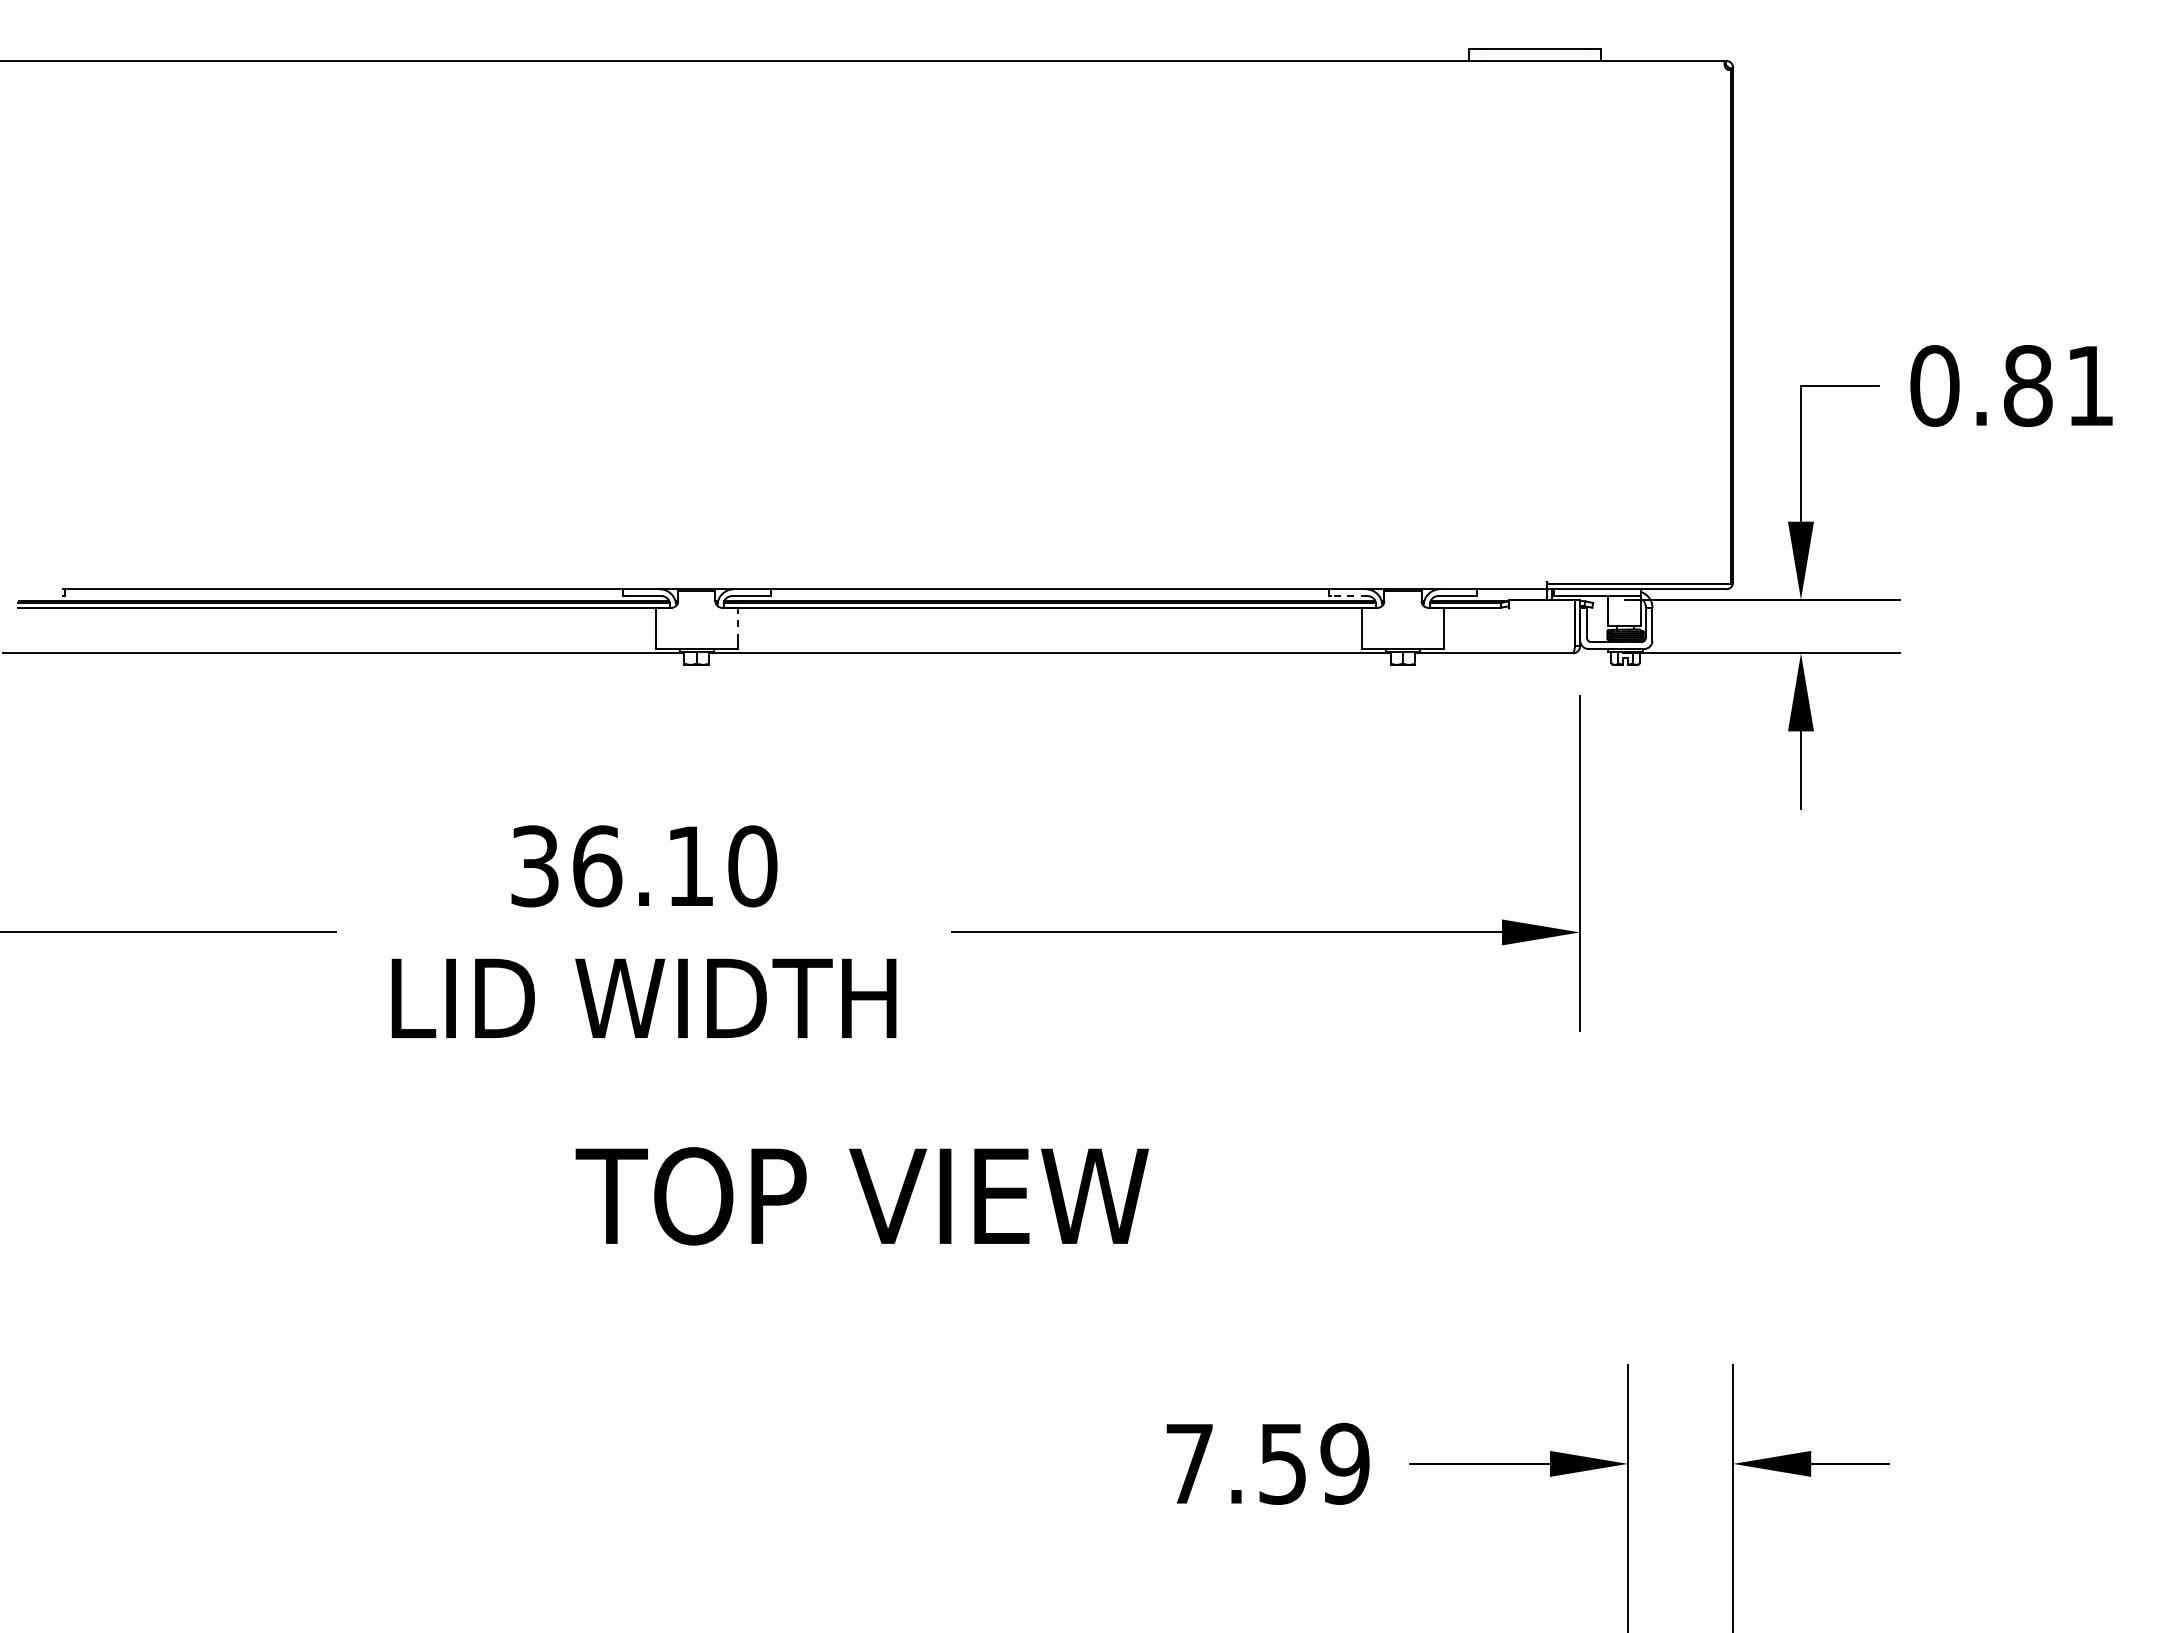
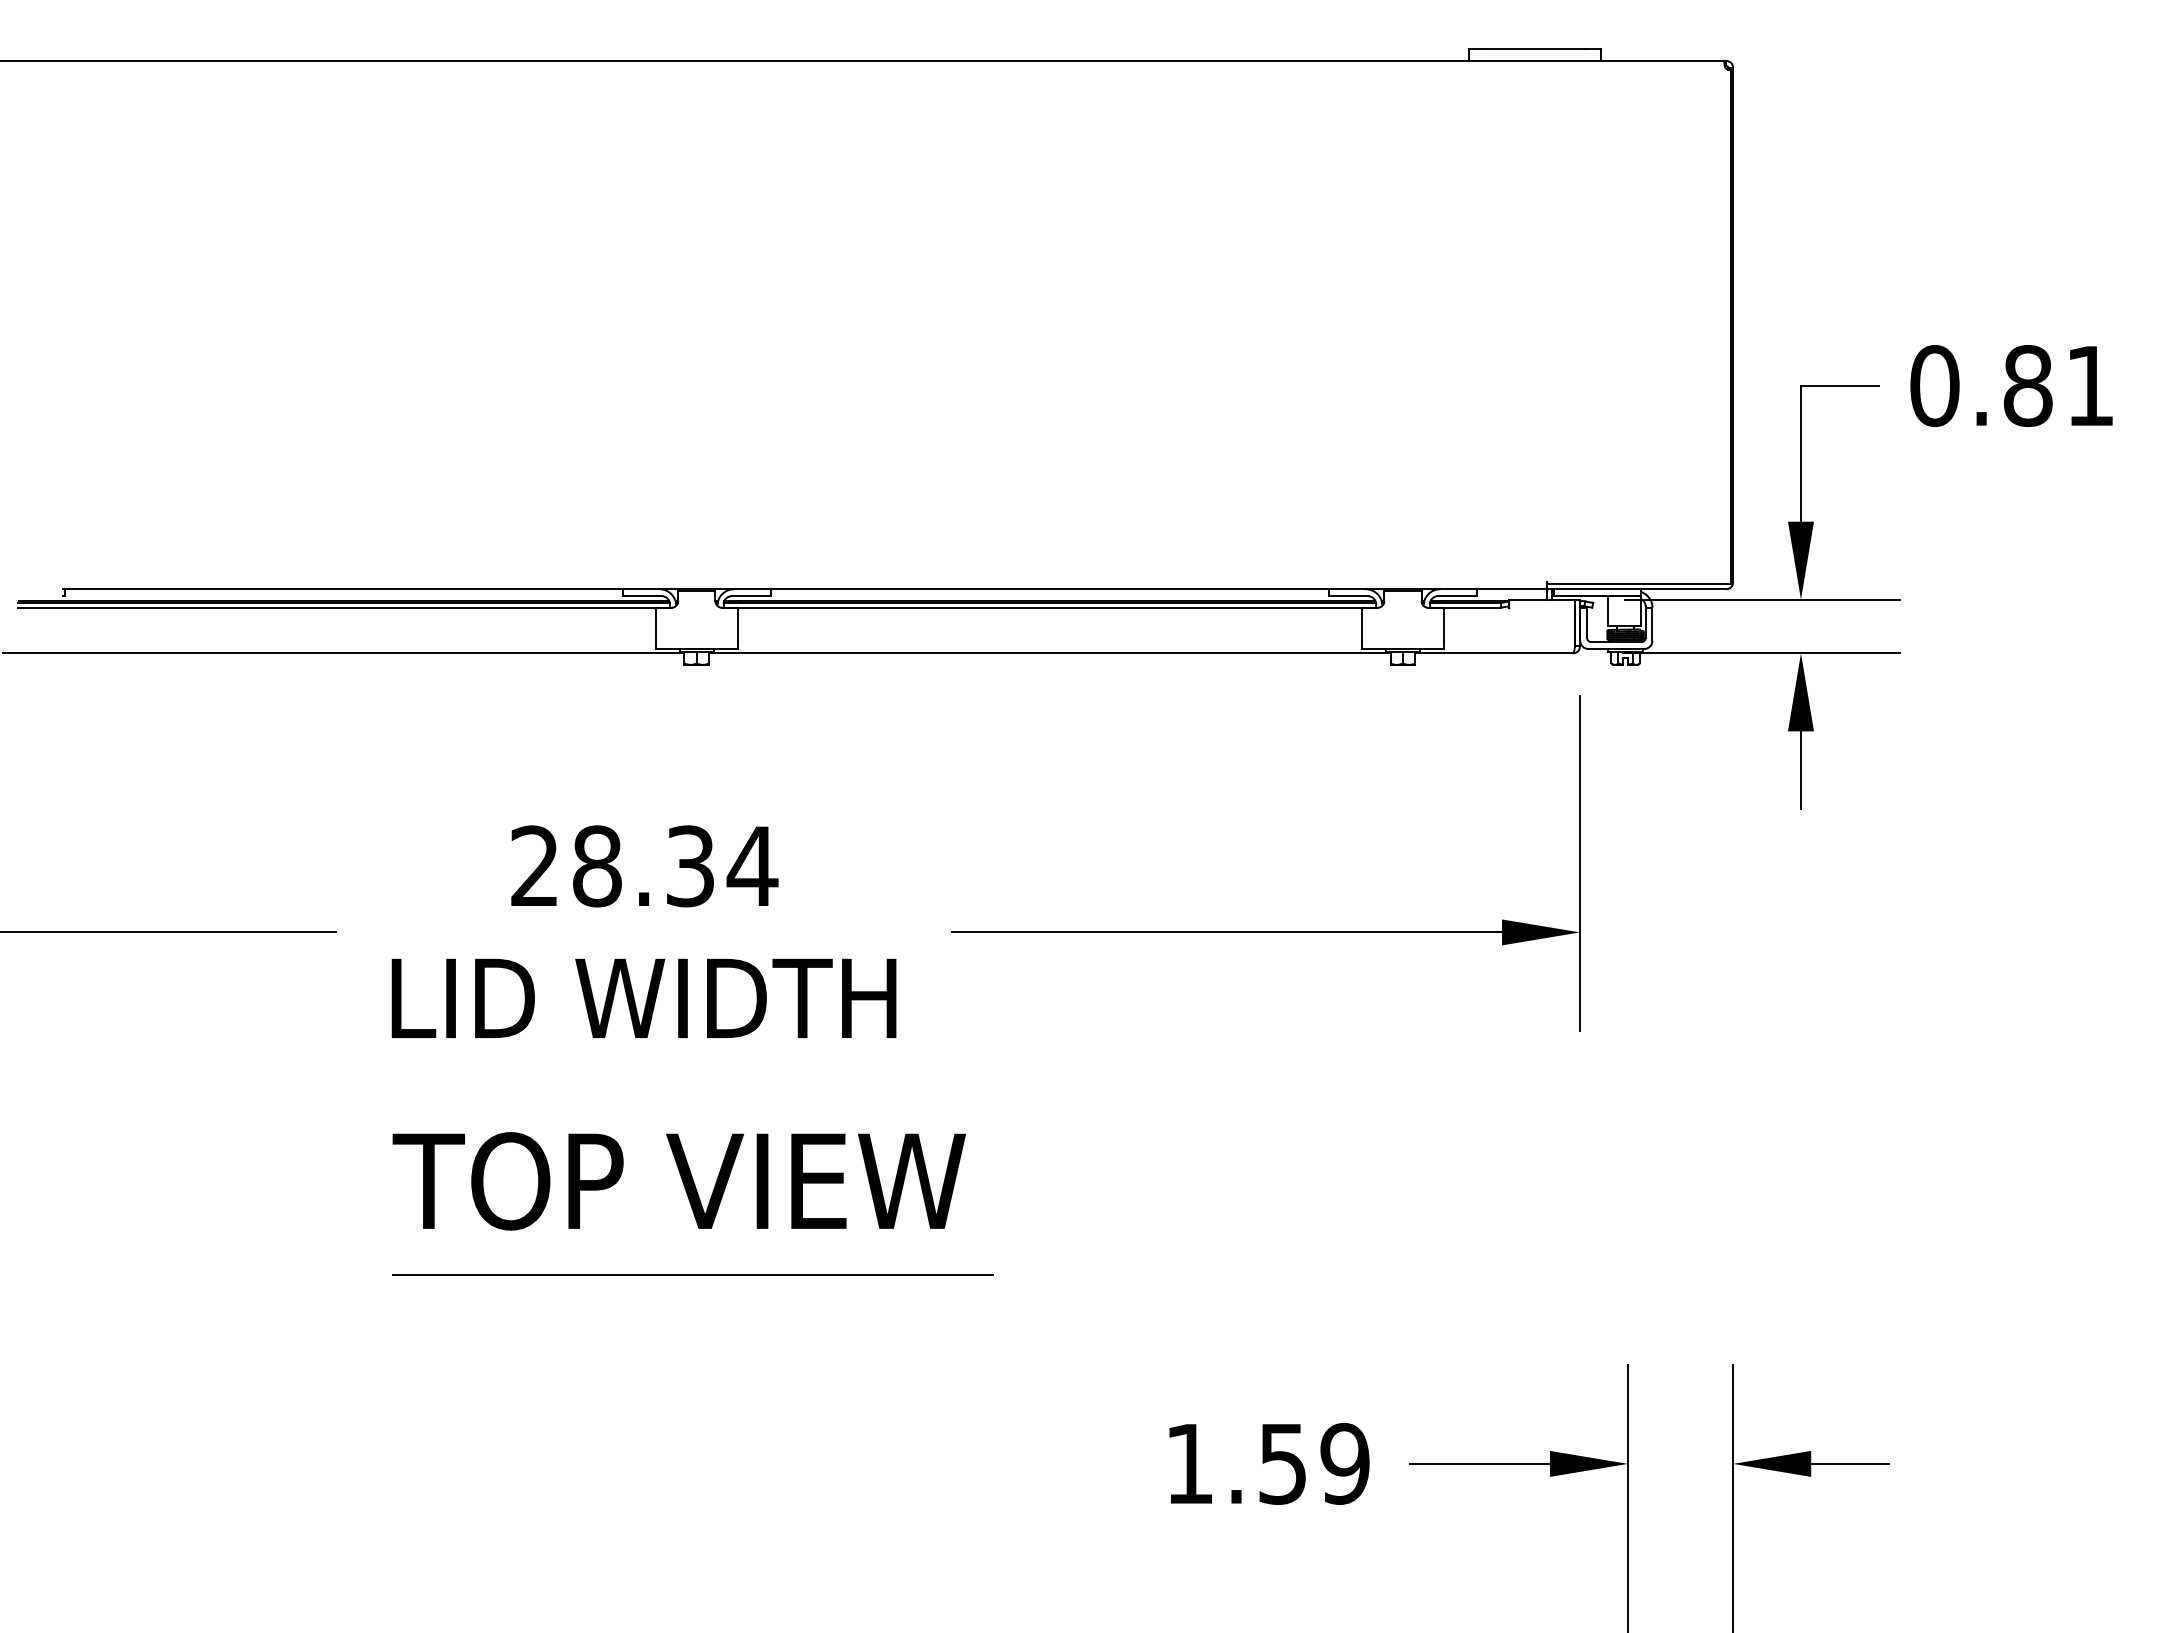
line at (1349, 596): dashed -> solid
line at (738, 625): dashed -> solid
text at (644, 866): 36.10 -> 28.34
text at (861, 1196) position: (861, 1196) -> (678, 1181)
line at (692, 1274): none -> present
text at (1189, 1463): 7.59 -> 1.59
